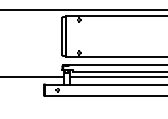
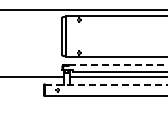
line at (118, 65): solid -> dashed
line at (106, 84): solid -> dashed
